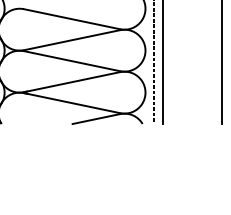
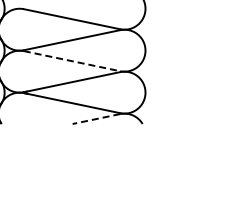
line at (72, 61): solid -> dashed
line at (154, 63): present -> none
line at (163, 63): present -> none
line at (222, 63): present -> none
line at (95, 119): solid -> dashed
